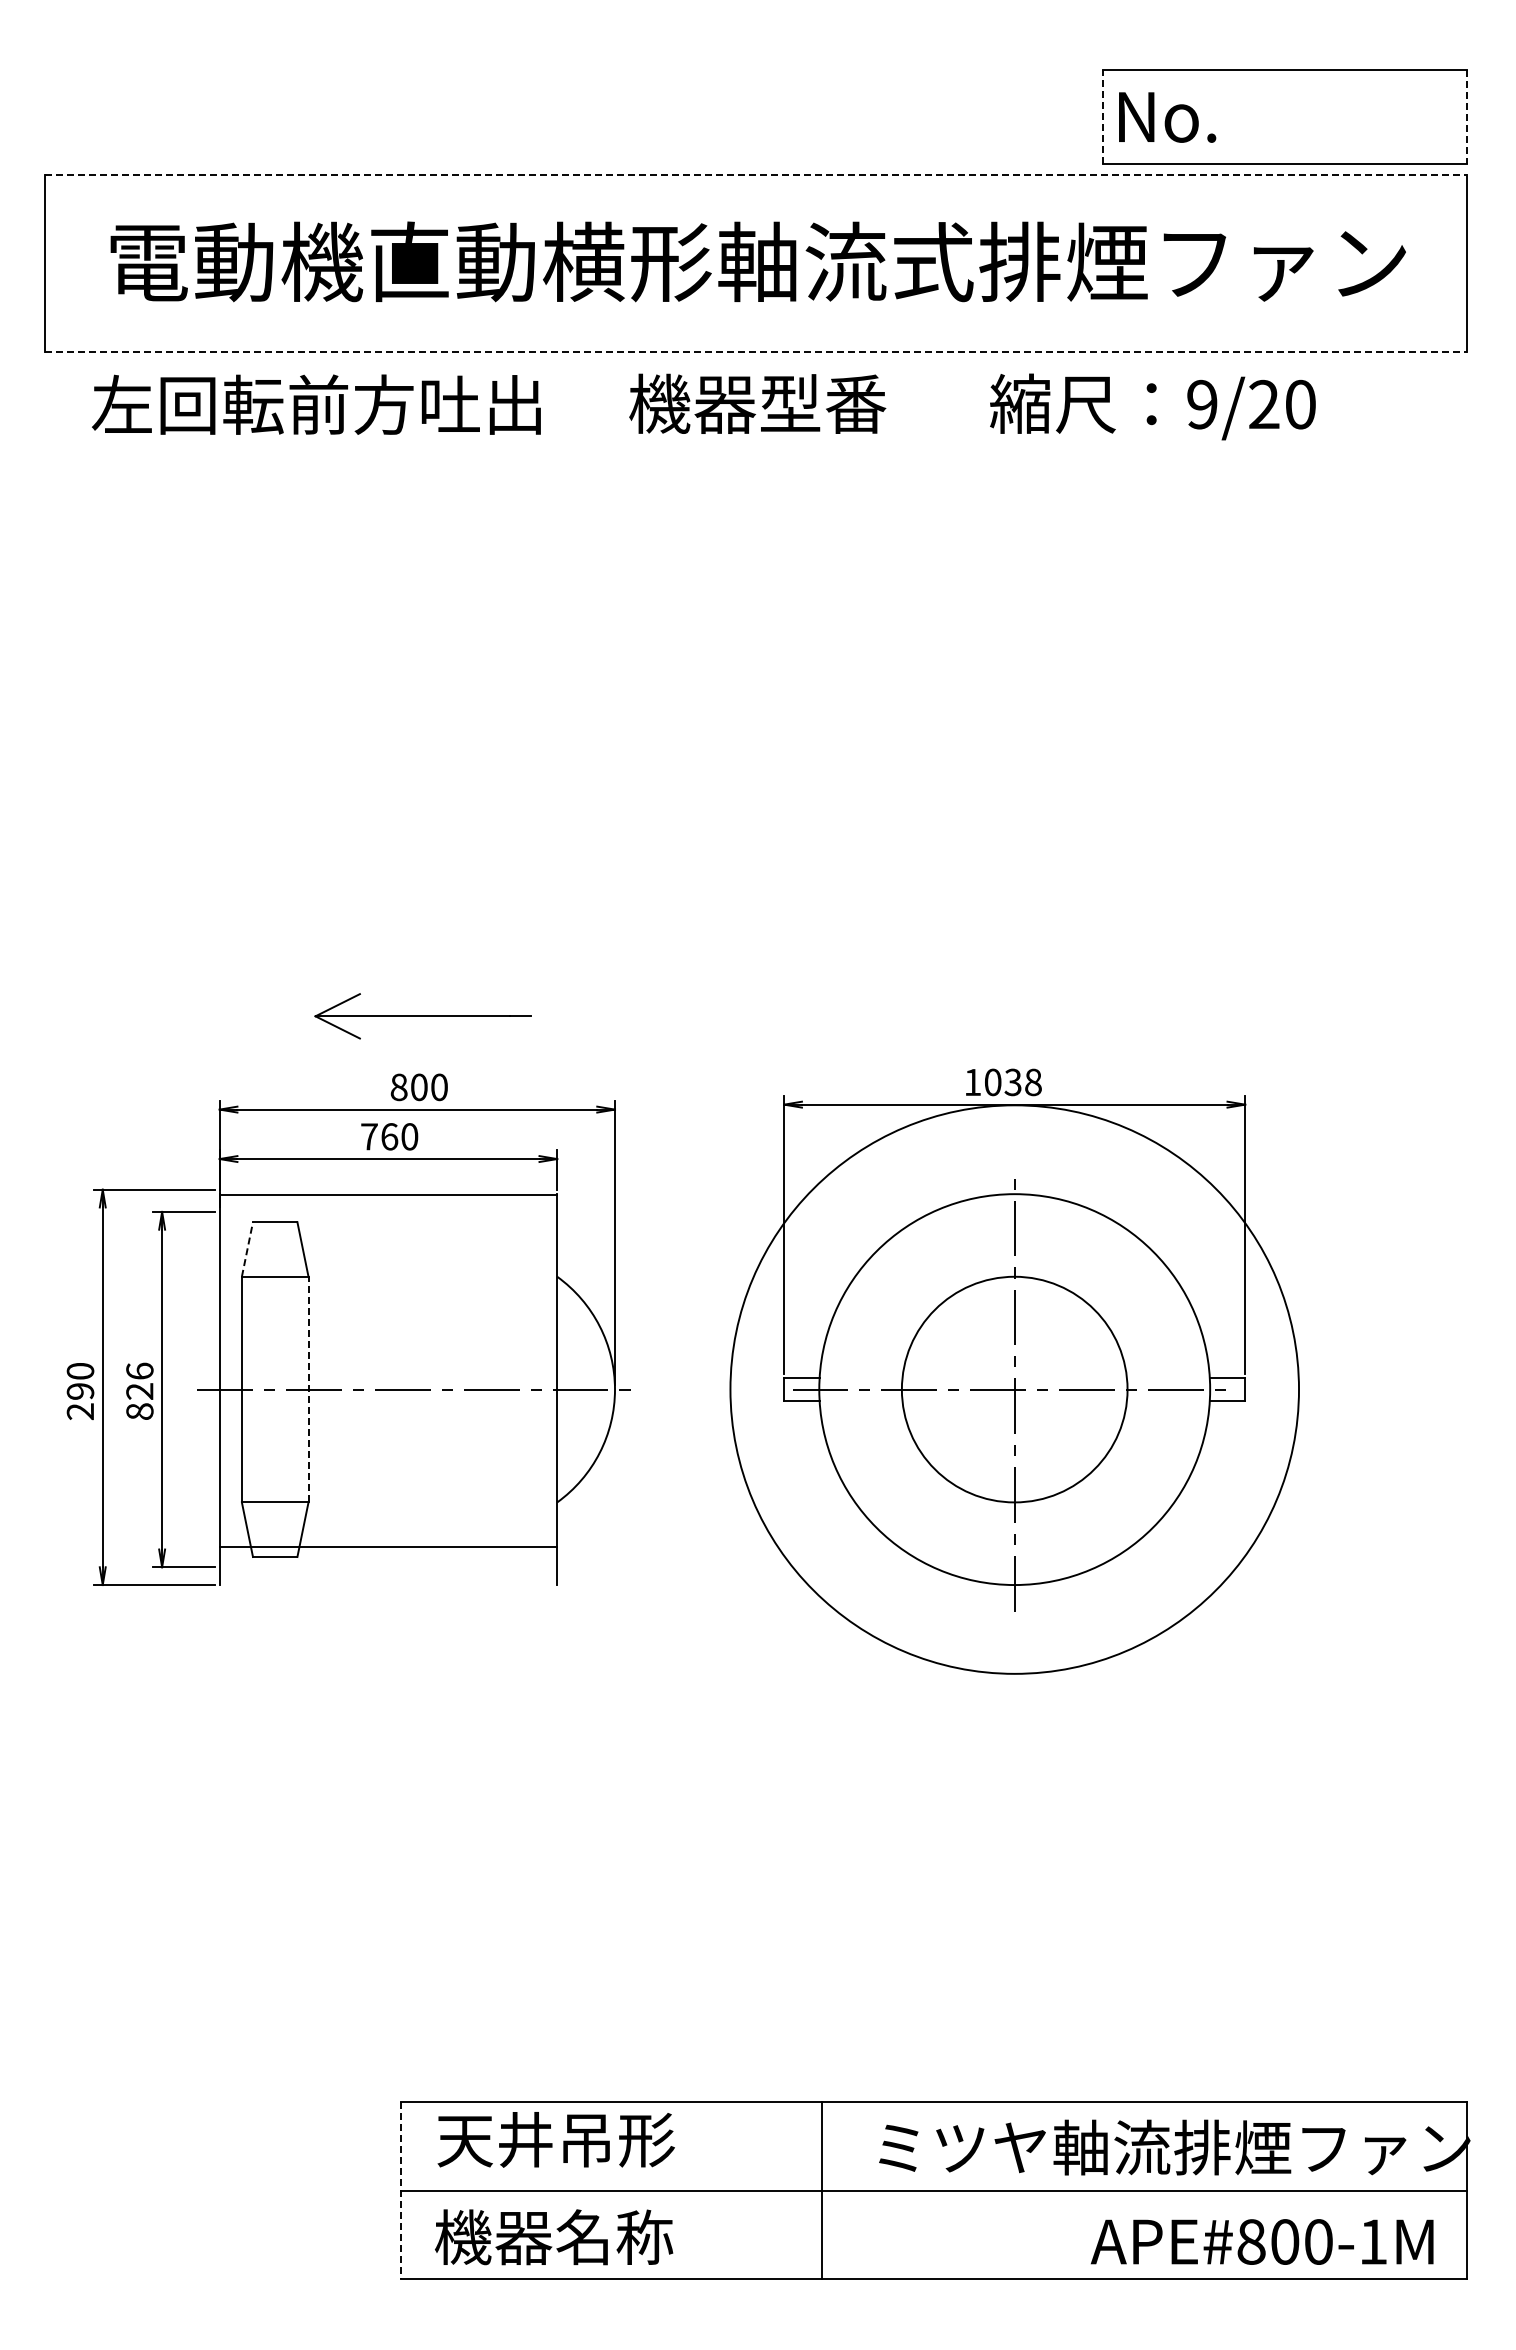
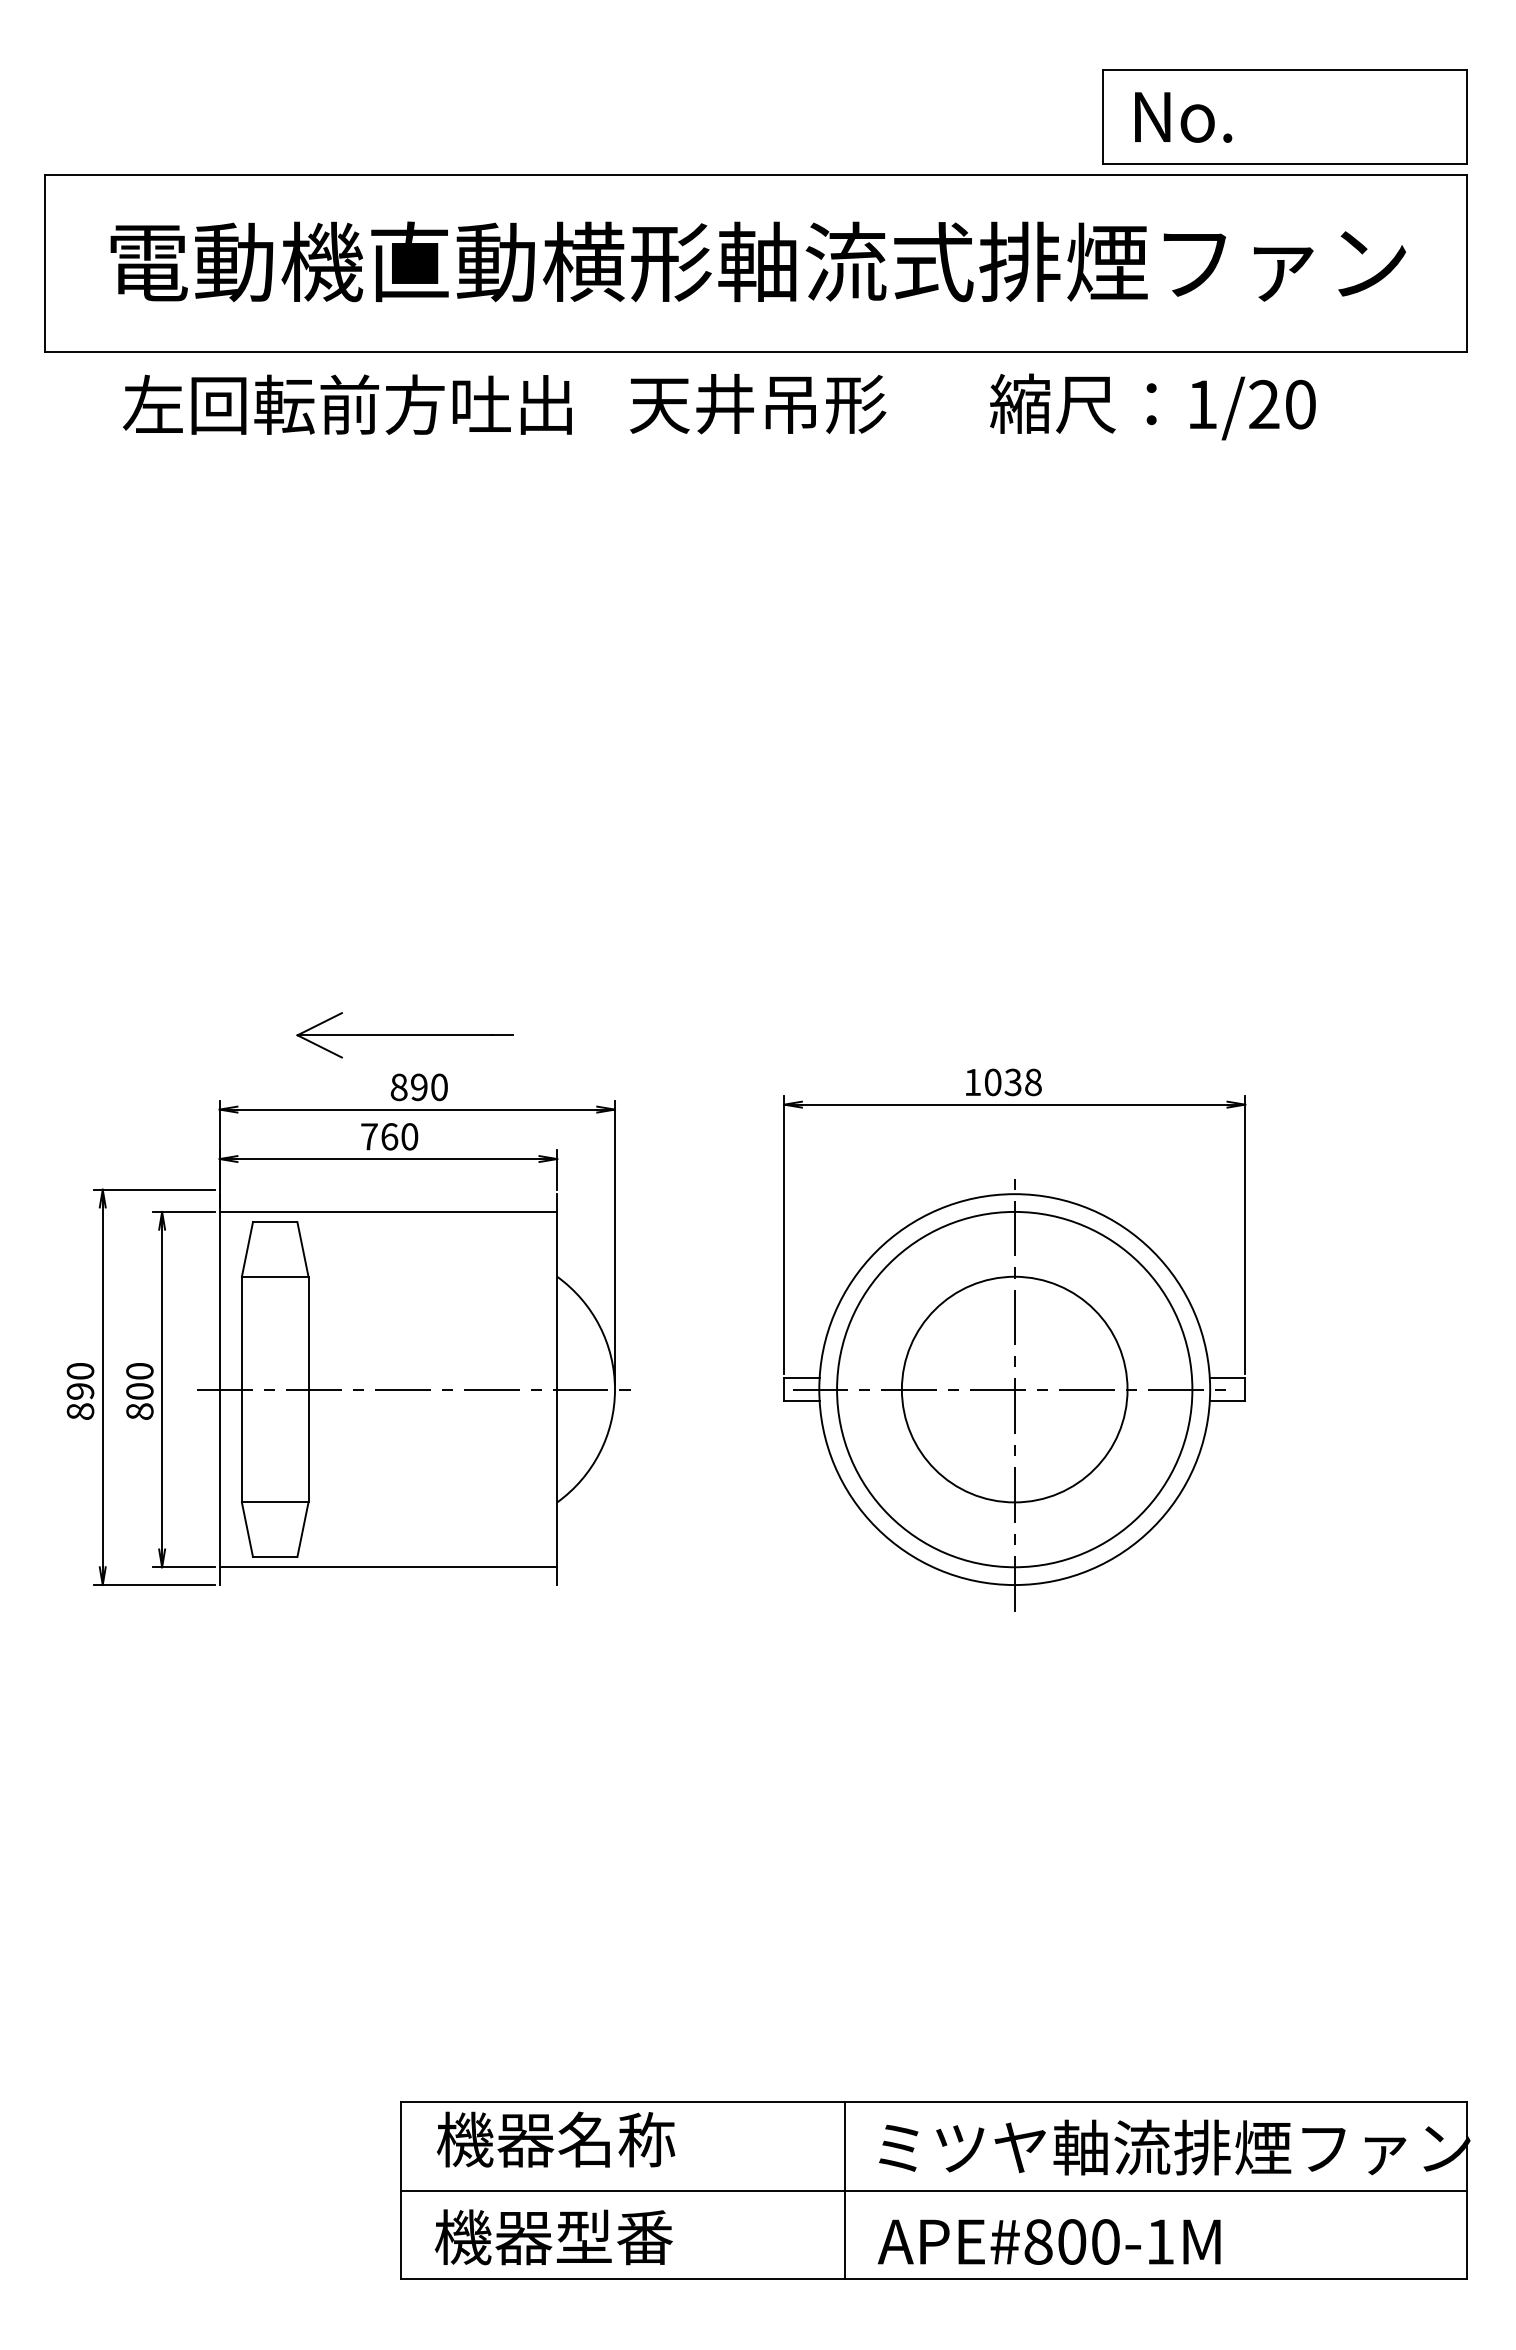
line at (1102, 117): dashed -> solid
text at (1167, 117) position: (1167, 117) -> (1183, 117)
line at (1466, 117): dashed -> solid
line at (755, 174): dashed -> solid
line at (755, 352): dashed -> solid
text at (757, 403): 機器型番 -> 天井吊形
text at (316, 404) position: (316, 404) -> (347, 404)
text at (1202, 404): 9/20 -> 1/20
part at (422, 1016) position: (422, 1016) -> (404, 1035)
text at (419, 1087): 800 -> 890
line at (388, 1194) position: (388, 1194) -> (388, 1211)
line at (247, 1249): dashed -> solid
text at (139, 1380): 826 -> 800
line at (308, 1389): dashed -> solid
circle at (1014, 1389) diameter: 569 px -> 355 px
text at (80, 1411): 290 -> 890
line at (388, 1547) position: (388, 1547) -> (388, 1567)
text at (556, 2139): 天井吊形 -> 機器名称
line at (400, 2190): dashed -> solid
line at (821, 2190) position: (821, 2190) -> (844, 2190)
text at (614, 2237): 機器名称 -> 機器型番
text at (1261, 2241) position: (1261, 2241) -> (1048, 2241)
